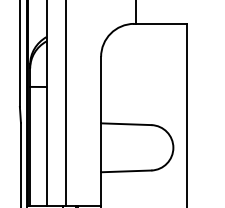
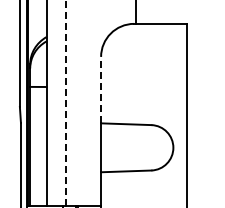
line at (101, 89): solid -> dashed
line at (65, 102): solid -> dashed
